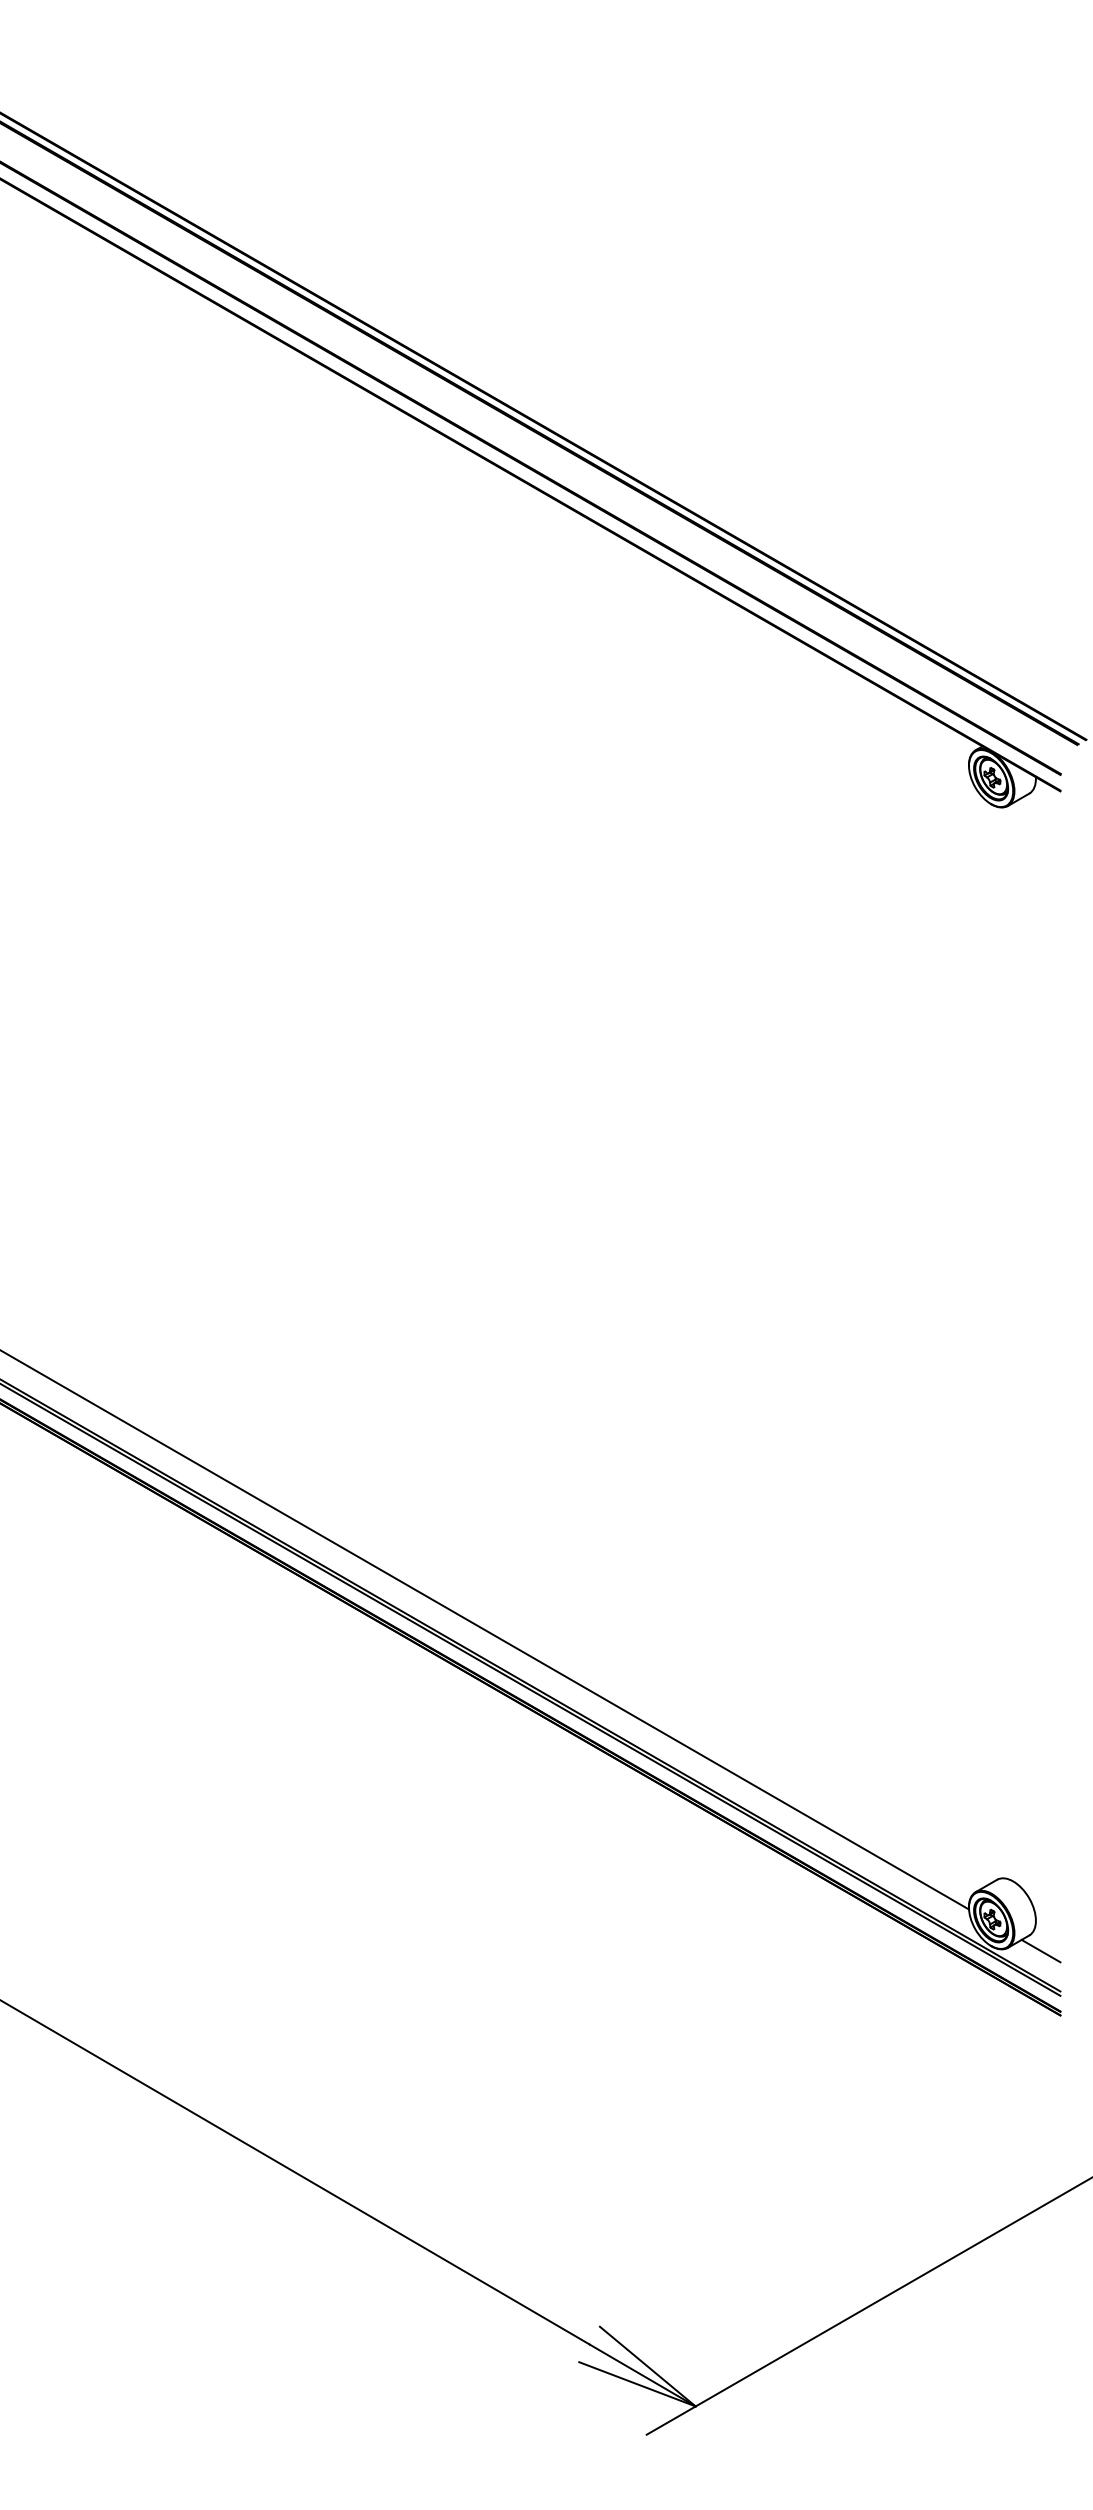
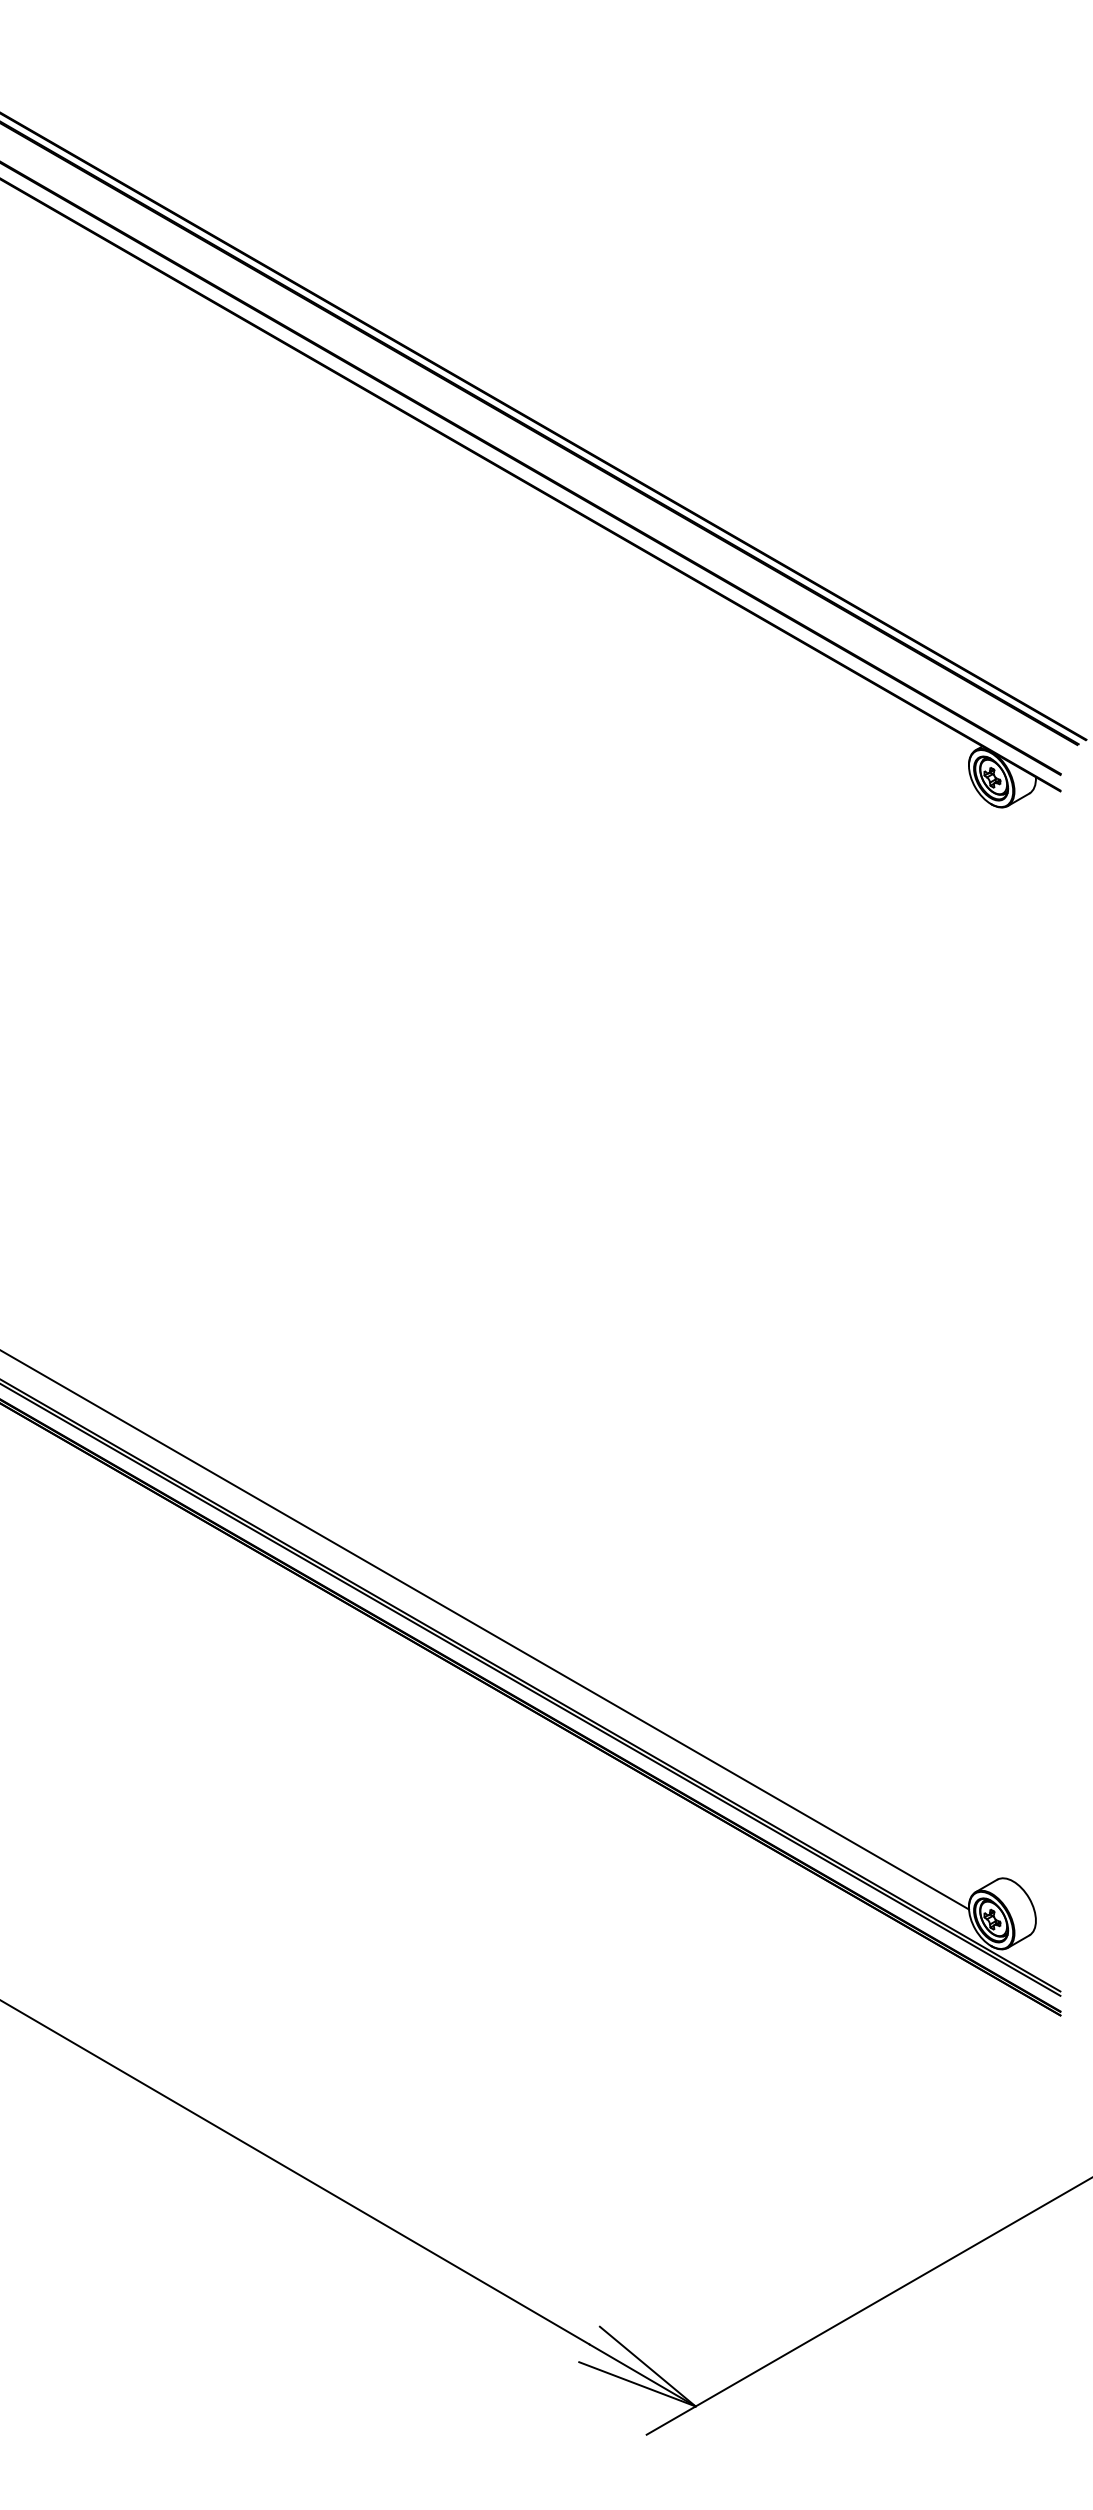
line at (1040, 1950): present -> none
